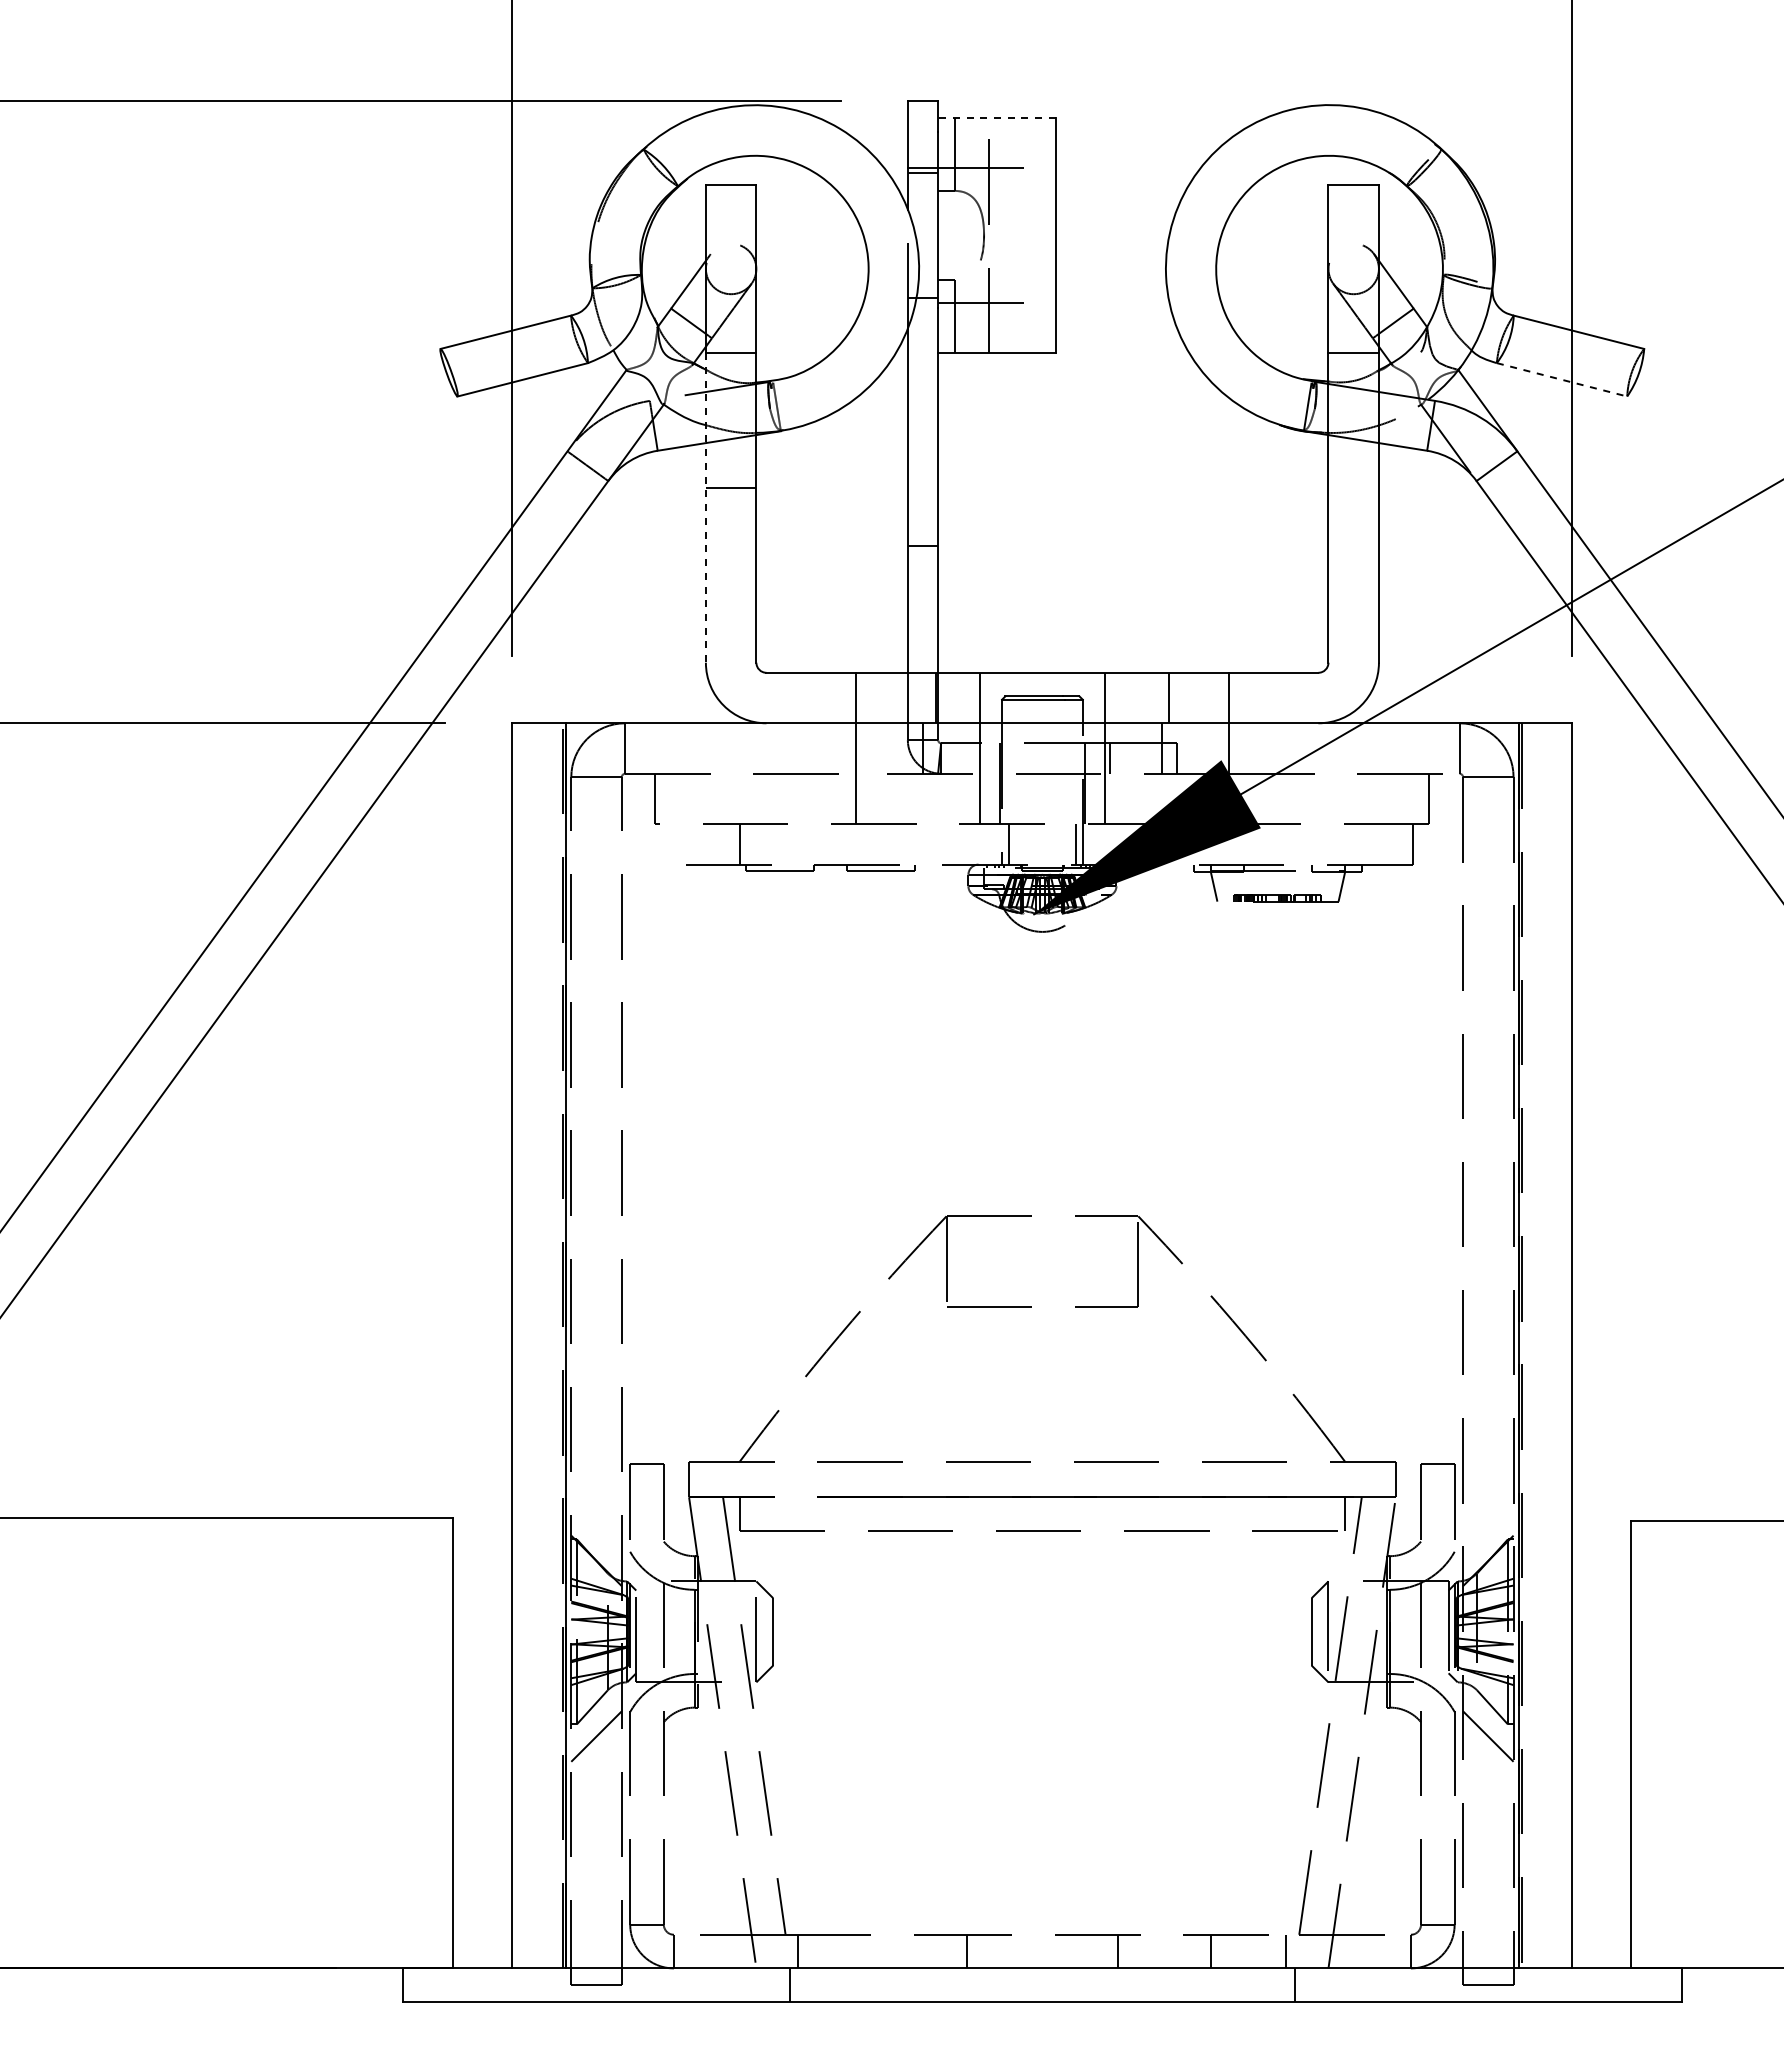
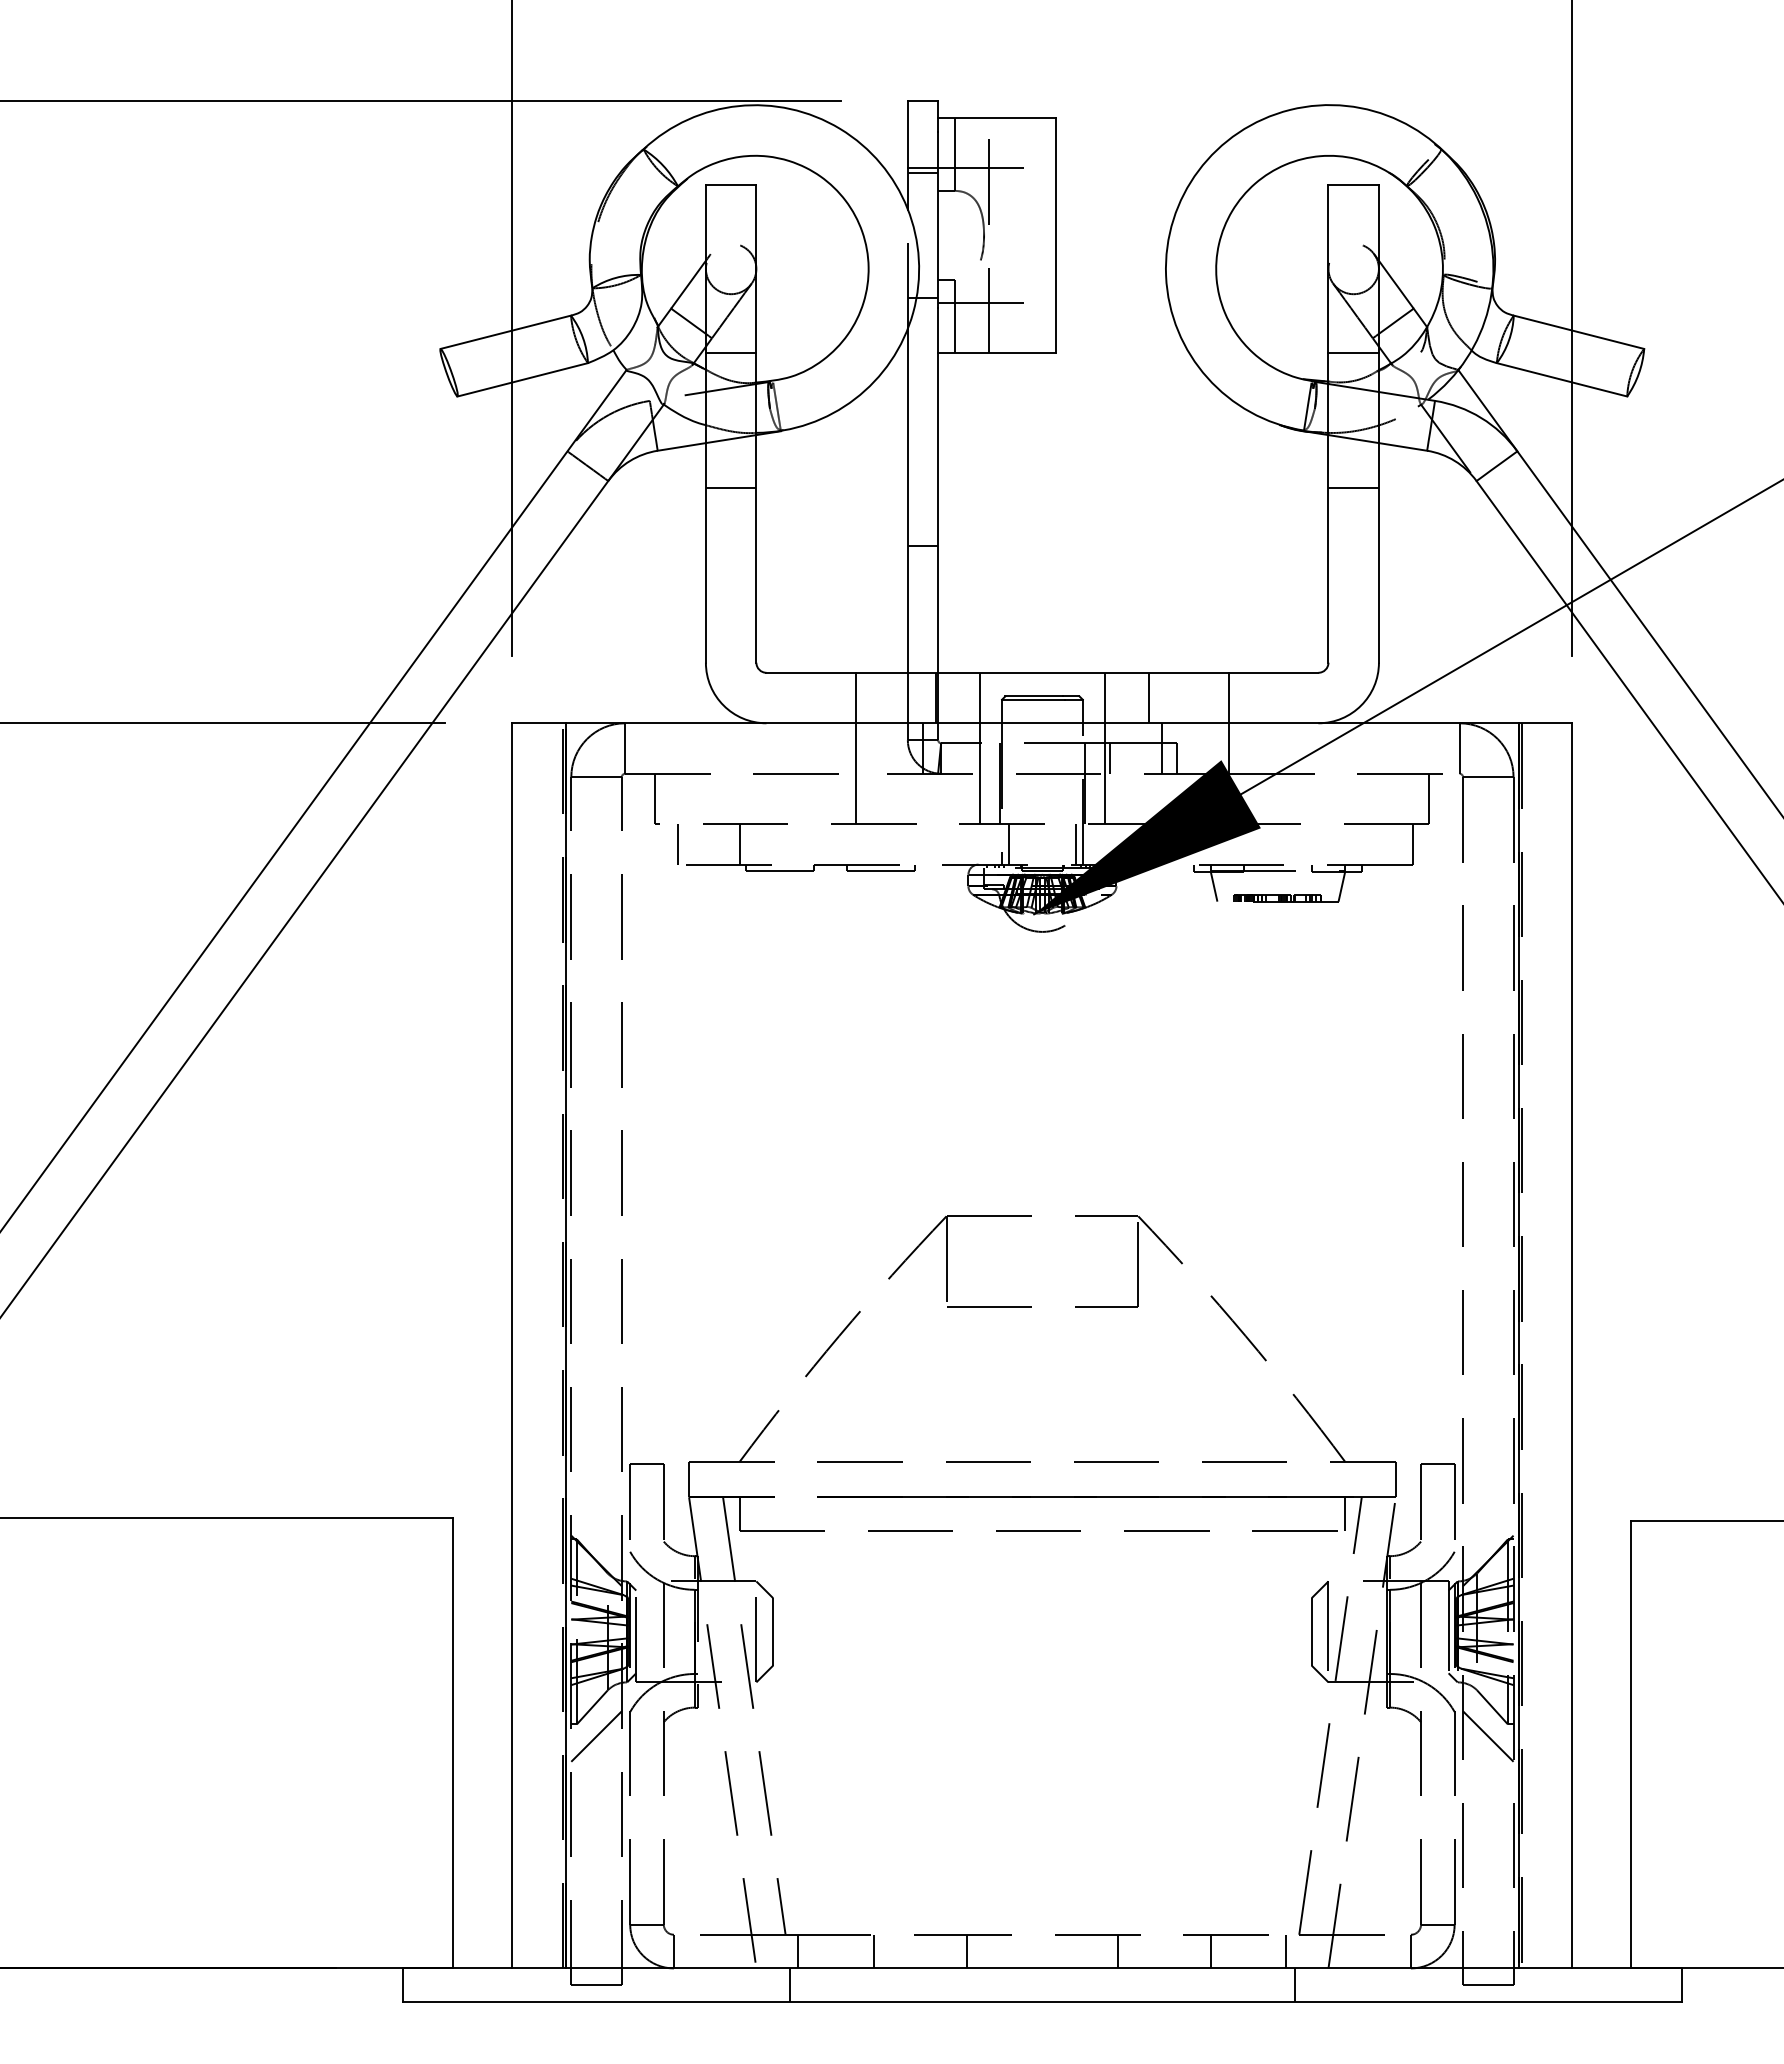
line at (997, 117): dashed -> solid
line at (1562, 379): dashed -> solid
line at (1353, 487): none -> present
line at (705, 507): dashed -> solid
line at (1169, 697) position: (1169, 697) -> (1149, 697)
line at (677, 844): none -> present
line at (874, 1951): none -> present
